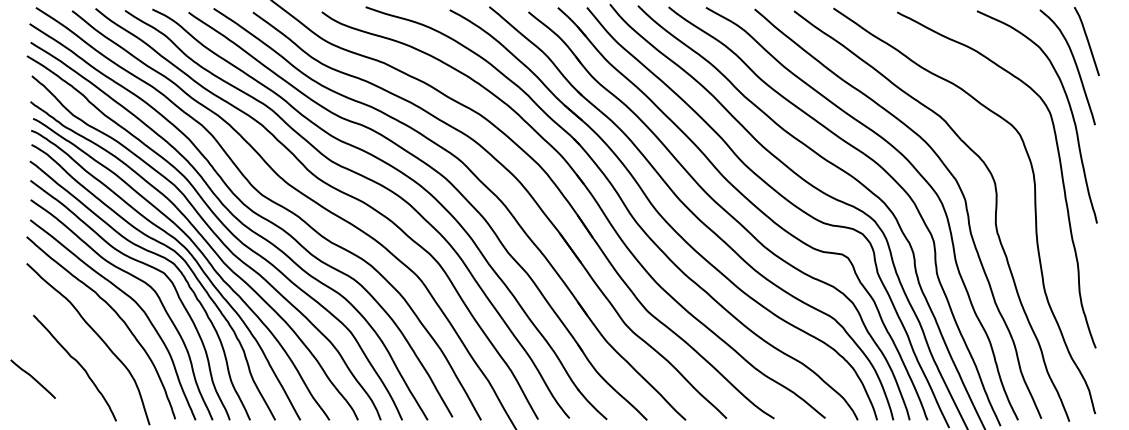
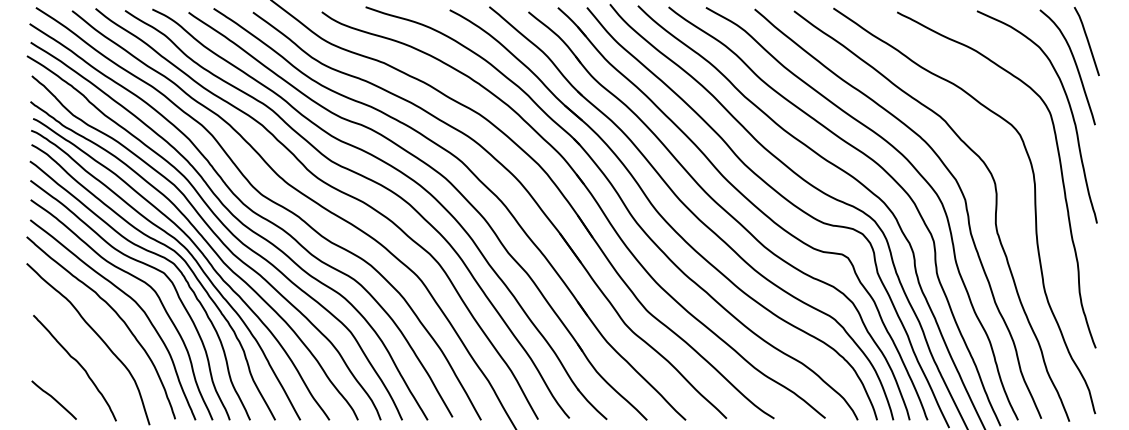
curve at (32, 378) position: (32, 378) -> (53, 399)
